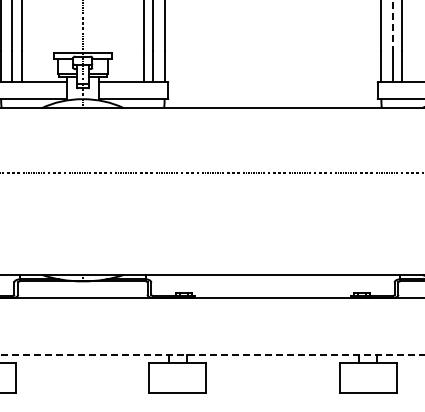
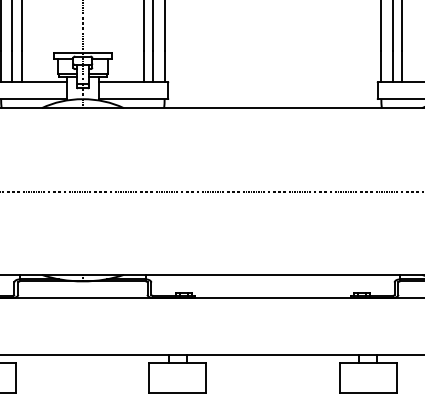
line at (392, 25): dashed -> solid
line at (211, 172) position: (211, 172) -> (211, 191)
line at (213, 355): dashed -> solid
